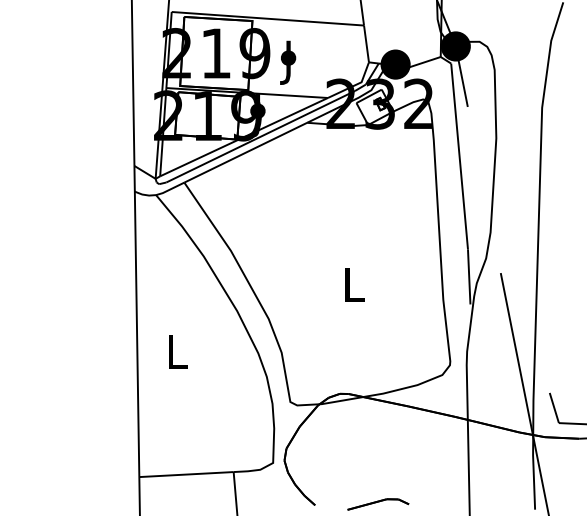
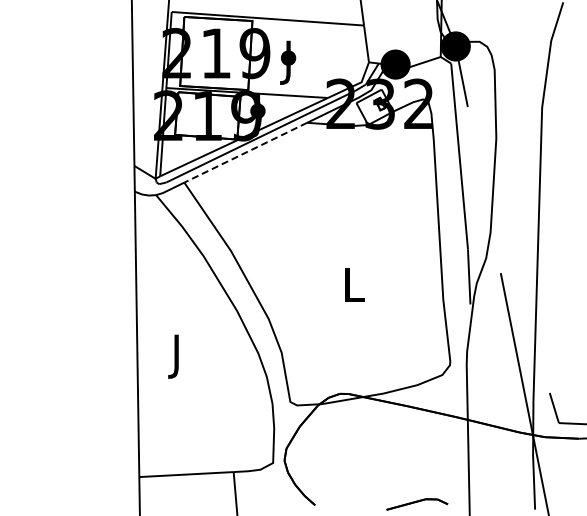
line at (245, 152): solid -> dashed
text at (177, 356): L -> J
part at (378, 504) position: (378, 504) -> (417, 504)
